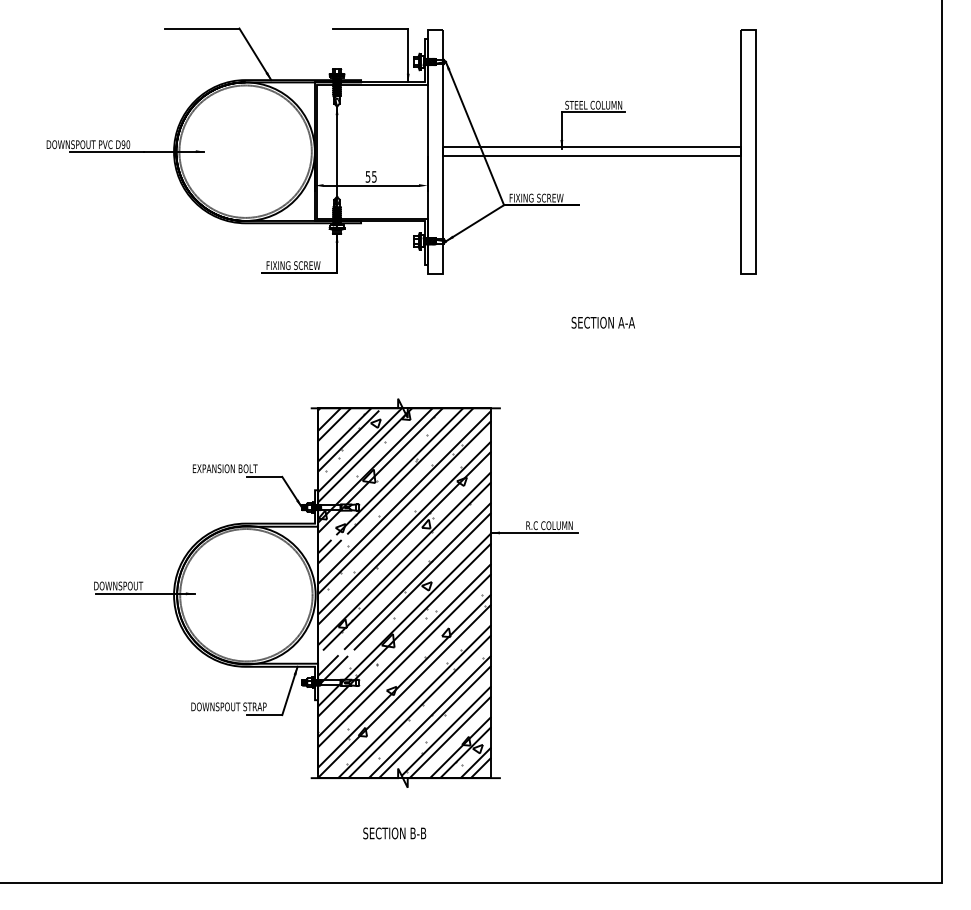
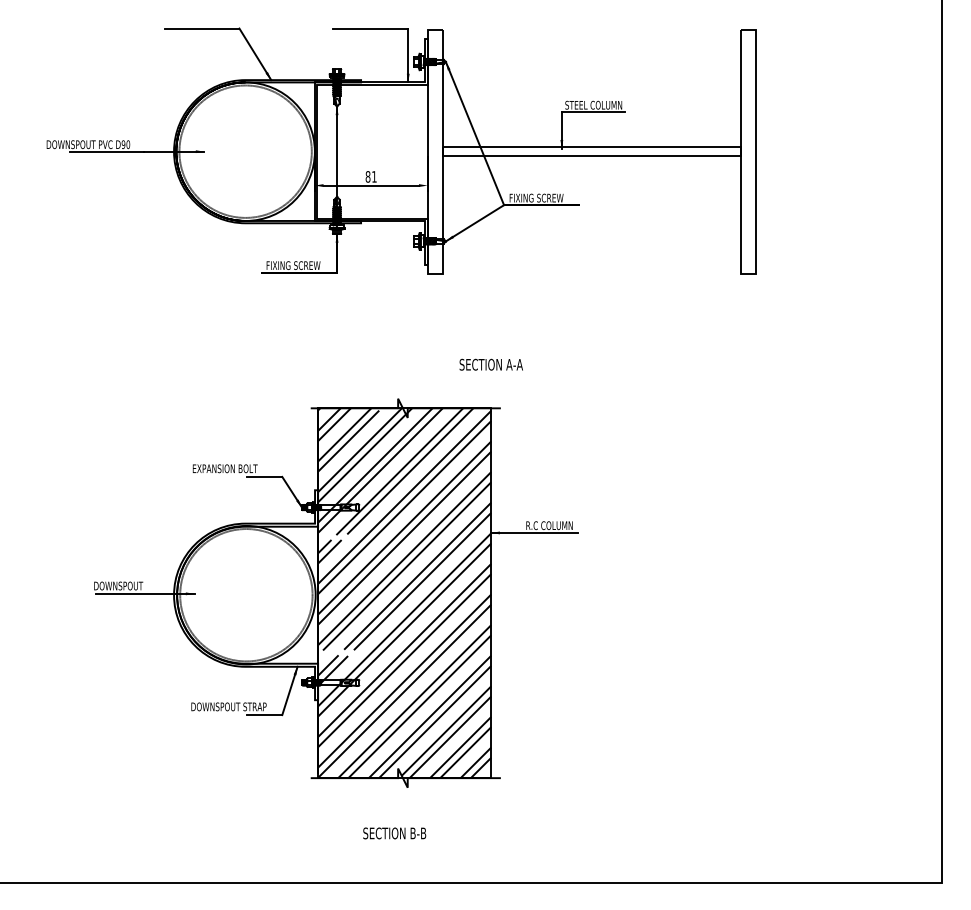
text at (370, 176): 55 -> 81
text at (602, 322) position: (602, 322) -> (490, 364)
hatch at (401, 593): present -> none
